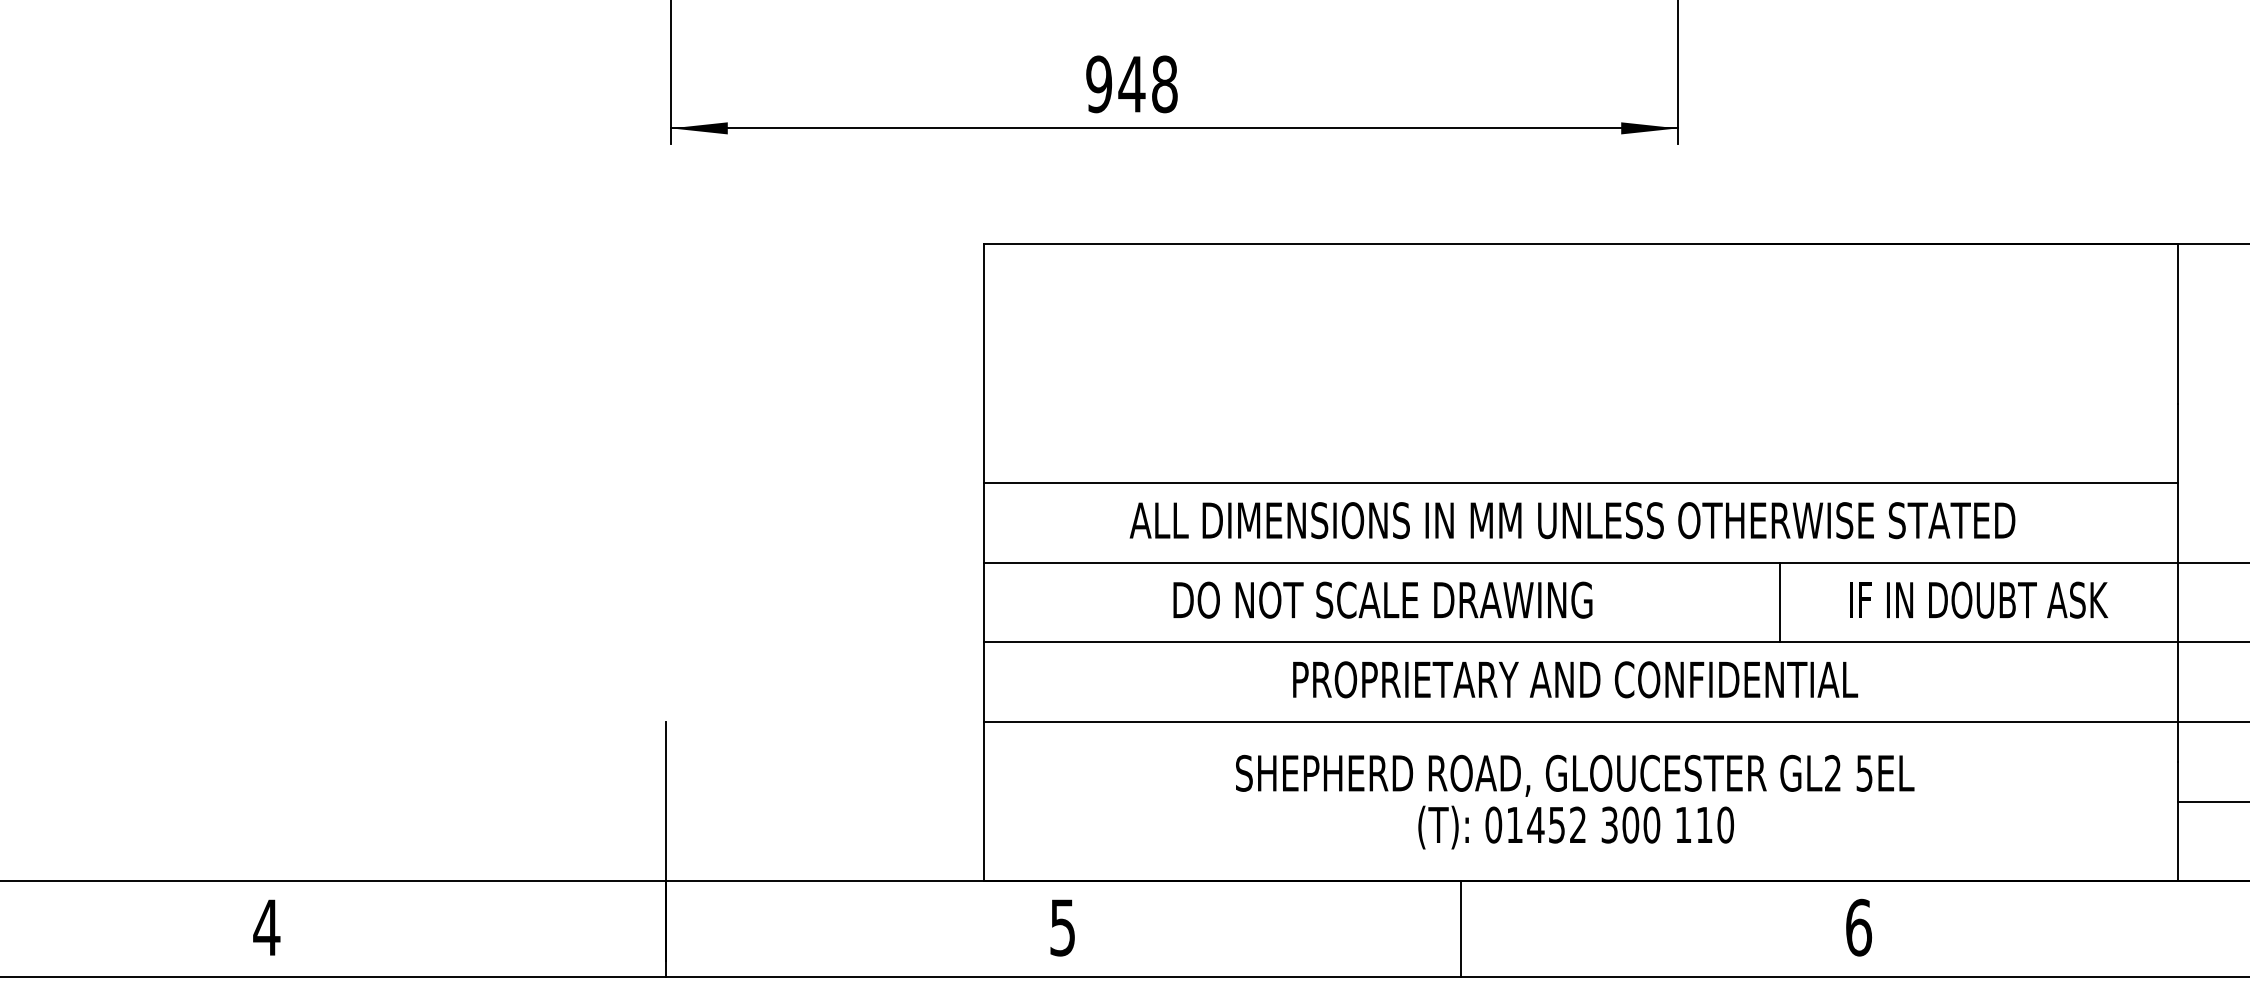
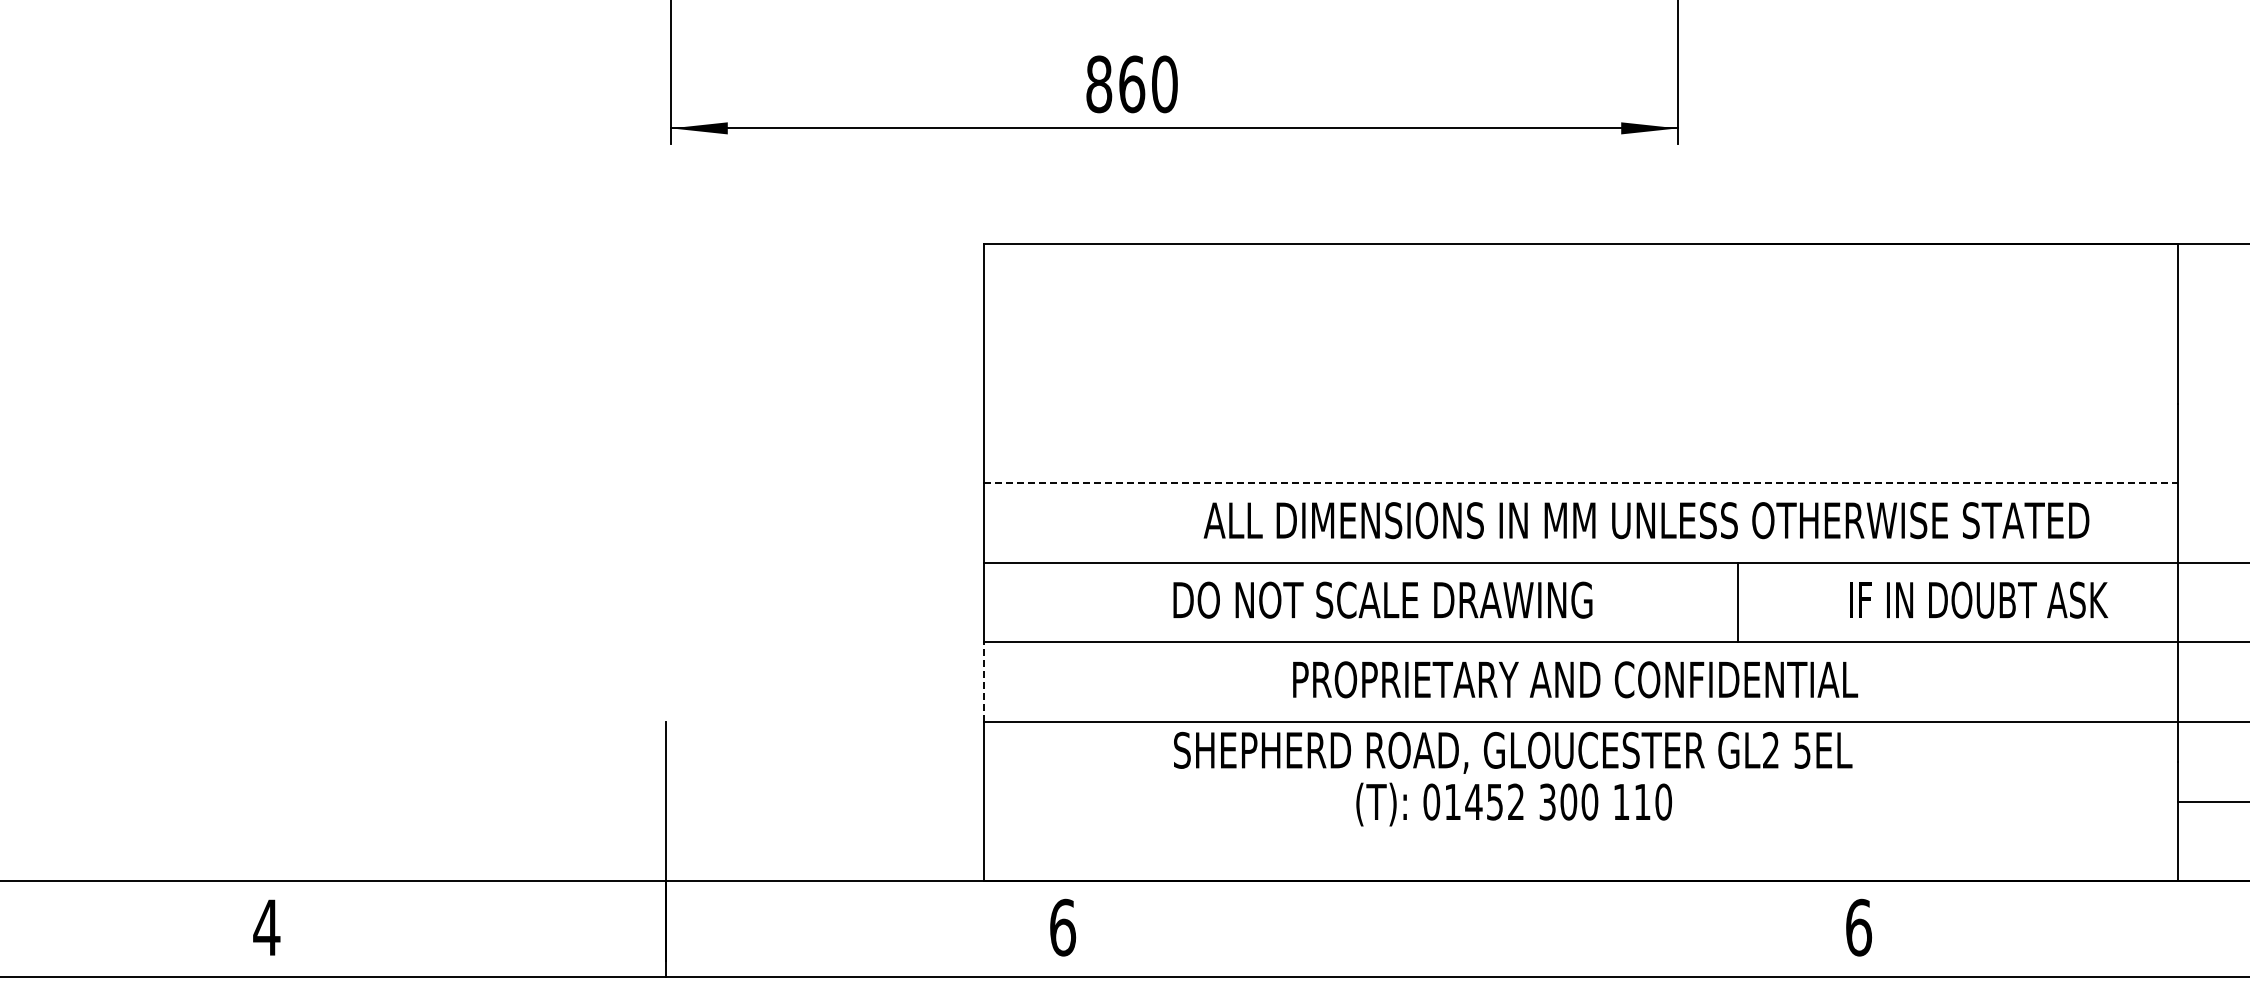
text at (1131, 84): 948 -> 860
line at (1580, 483): solid -> dashed
text at (1572, 520) position: (1572, 520) -> (1646, 520)
line at (1779, 602) position: (1779, 602) -> (1737, 602)
line at (983, 682): solid -> dashed
text at (1575, 801) position: (1575, 801) -> (1513, 778)
text at (1063, 927): 5 -> 6
line at (1461, 928): present -> none
